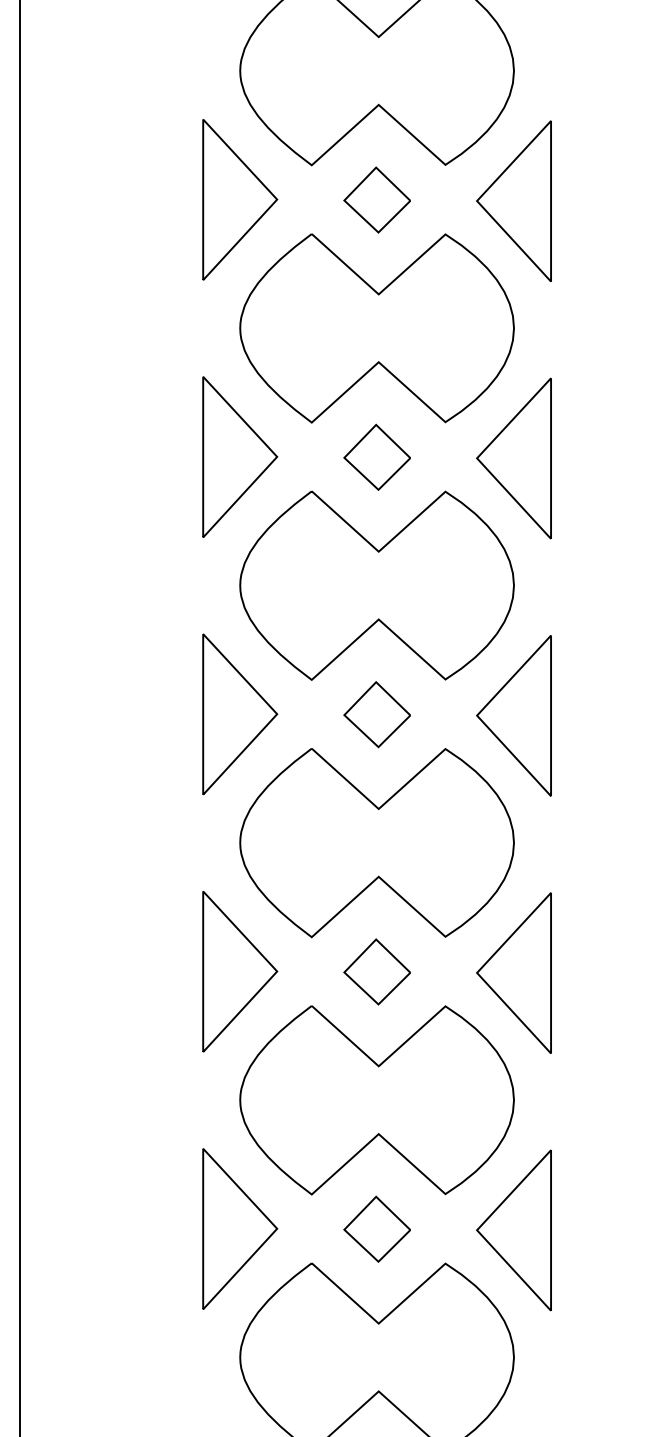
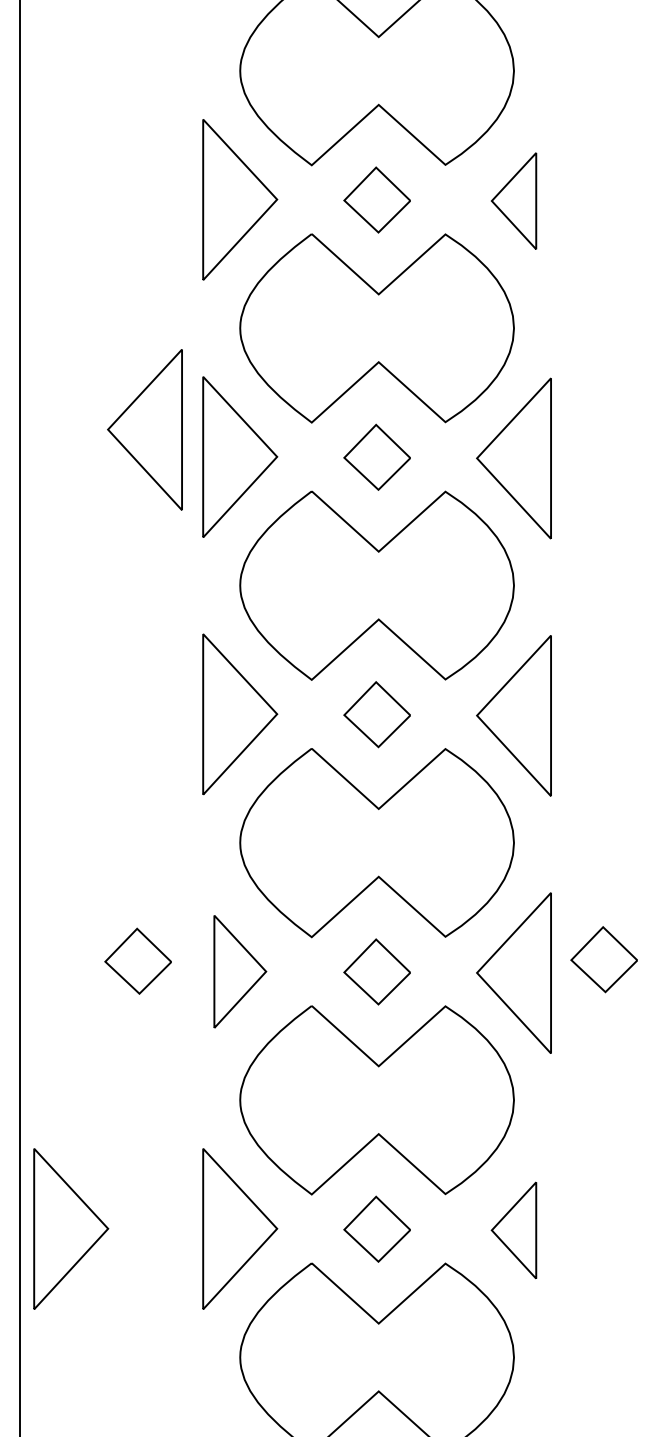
part at (513, 200) size: 76x162 px -> 48x98 px
part at (144, 429): none -> present
part at (603, 959): none -> present
part at (137, 960): none -> present
part at (240, 971) size: 77x162 px -> 55x114 px
part at (71, 1228): none -> present
part at (513, 1230) size: 76x163 px -> 48x99 px
